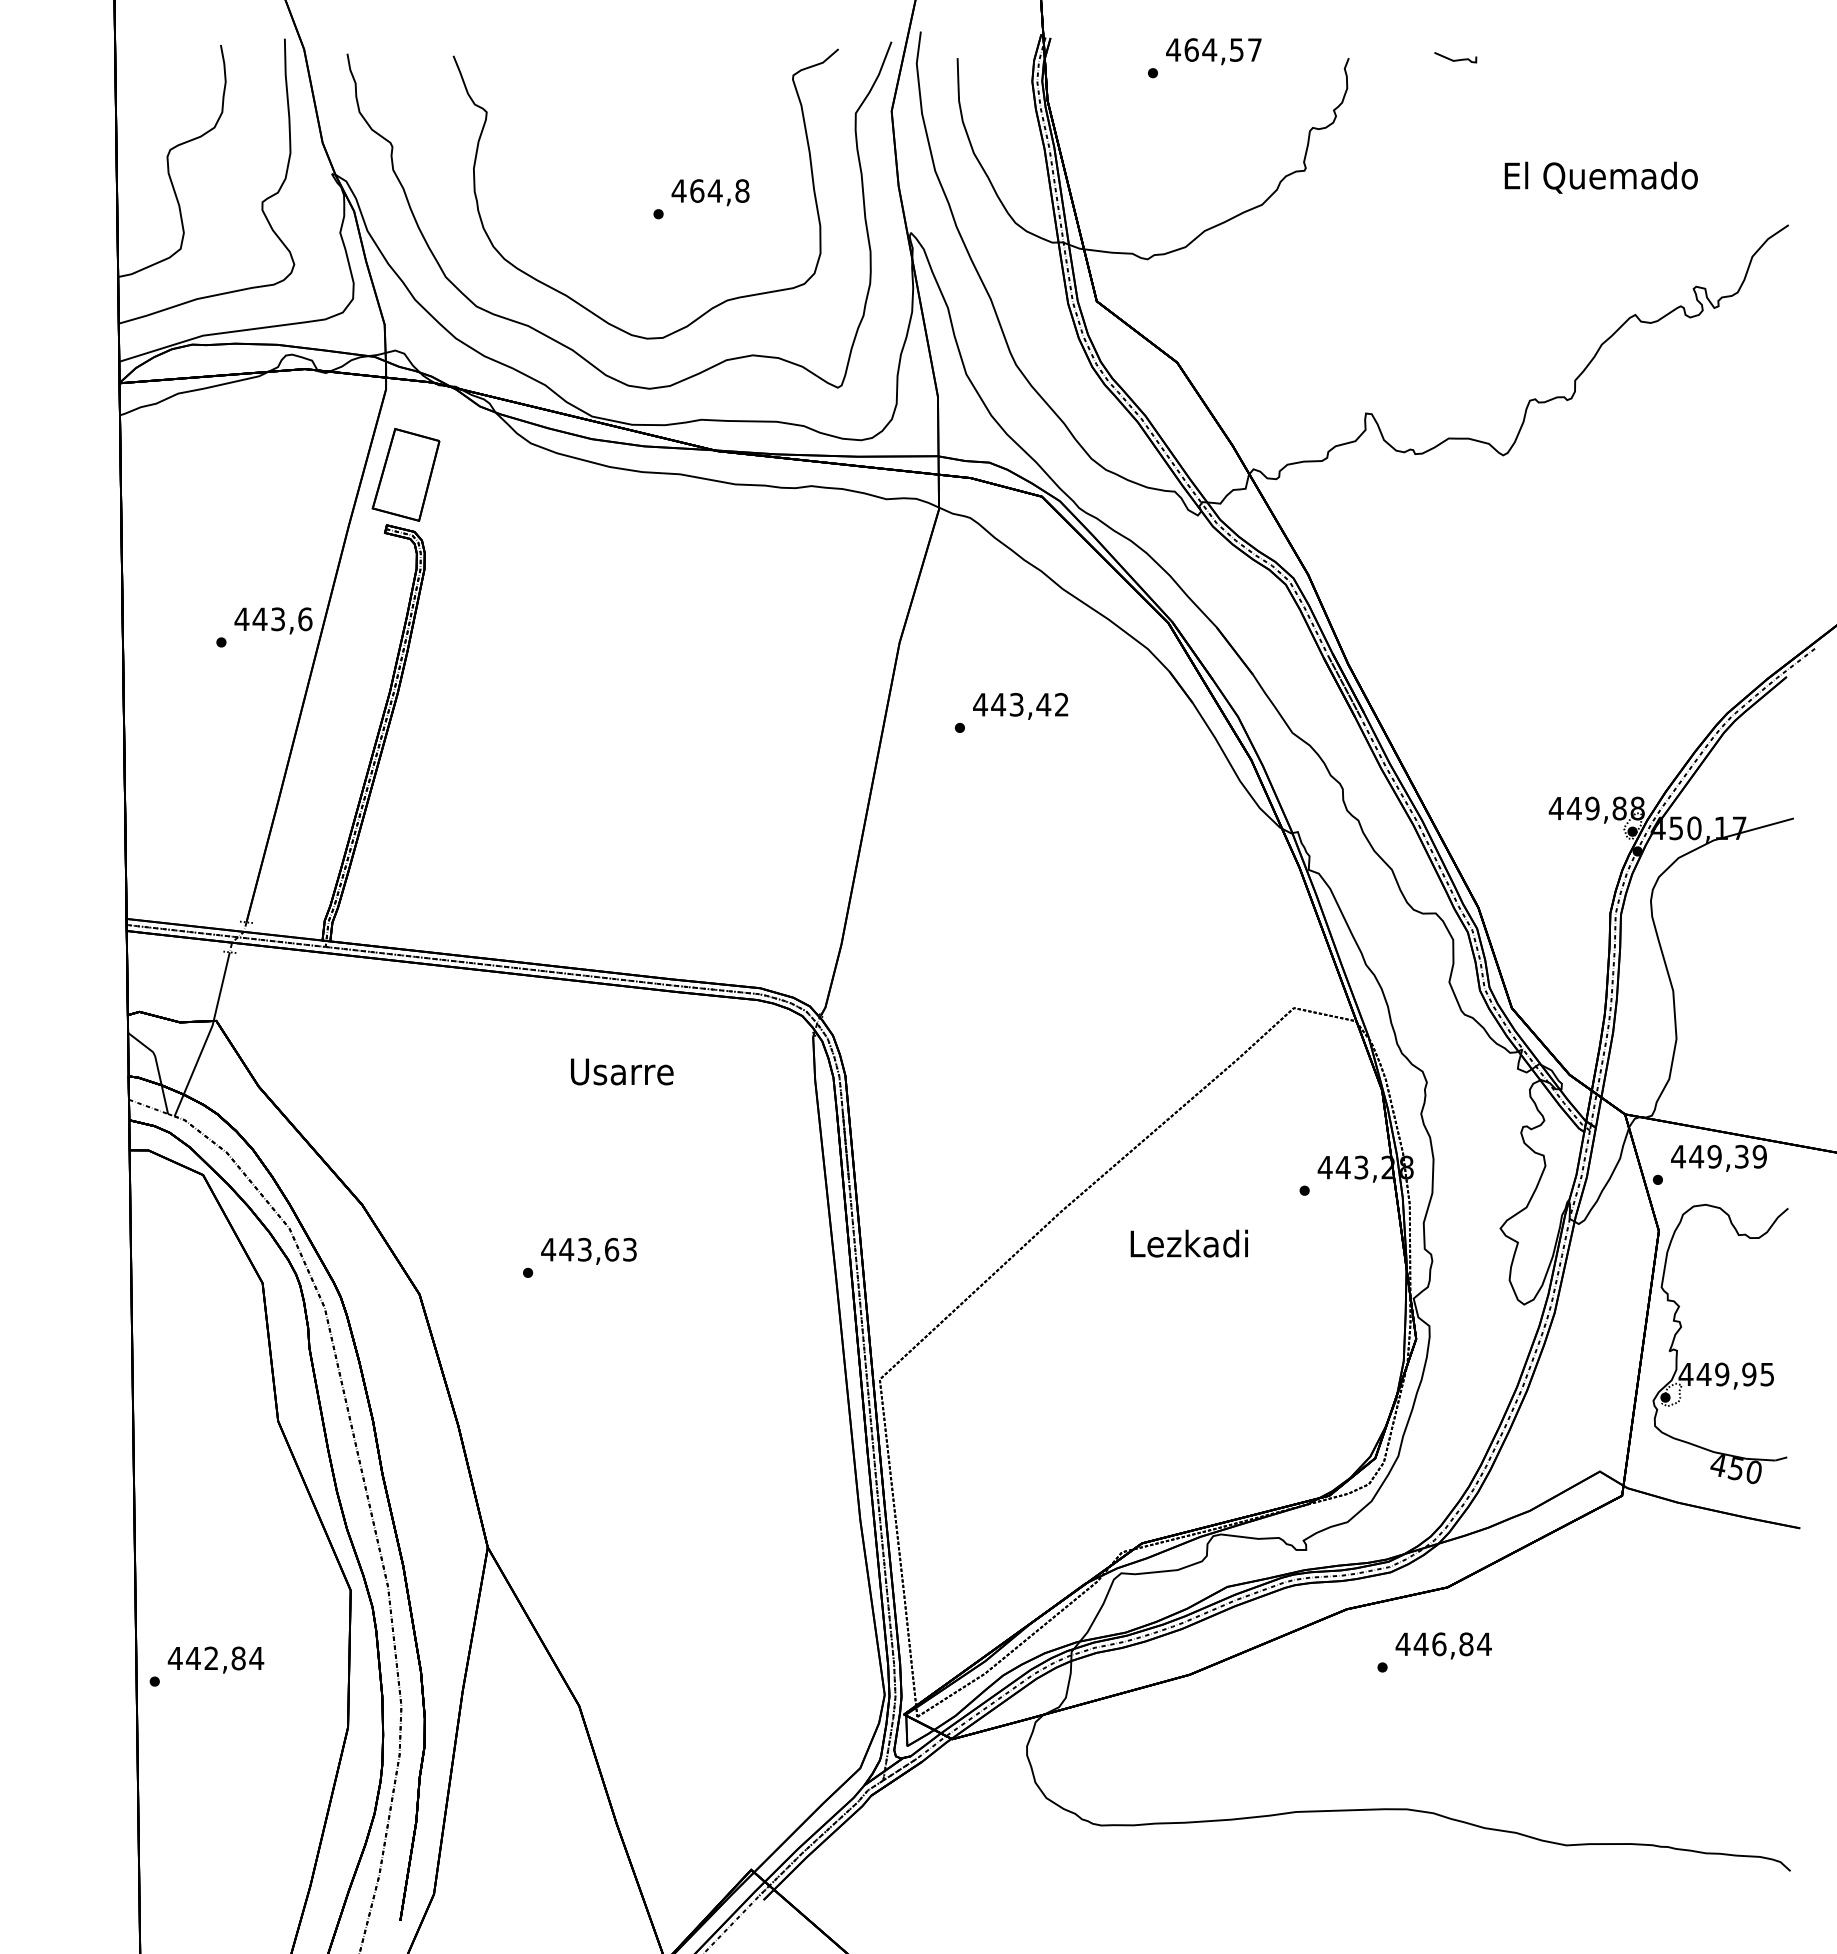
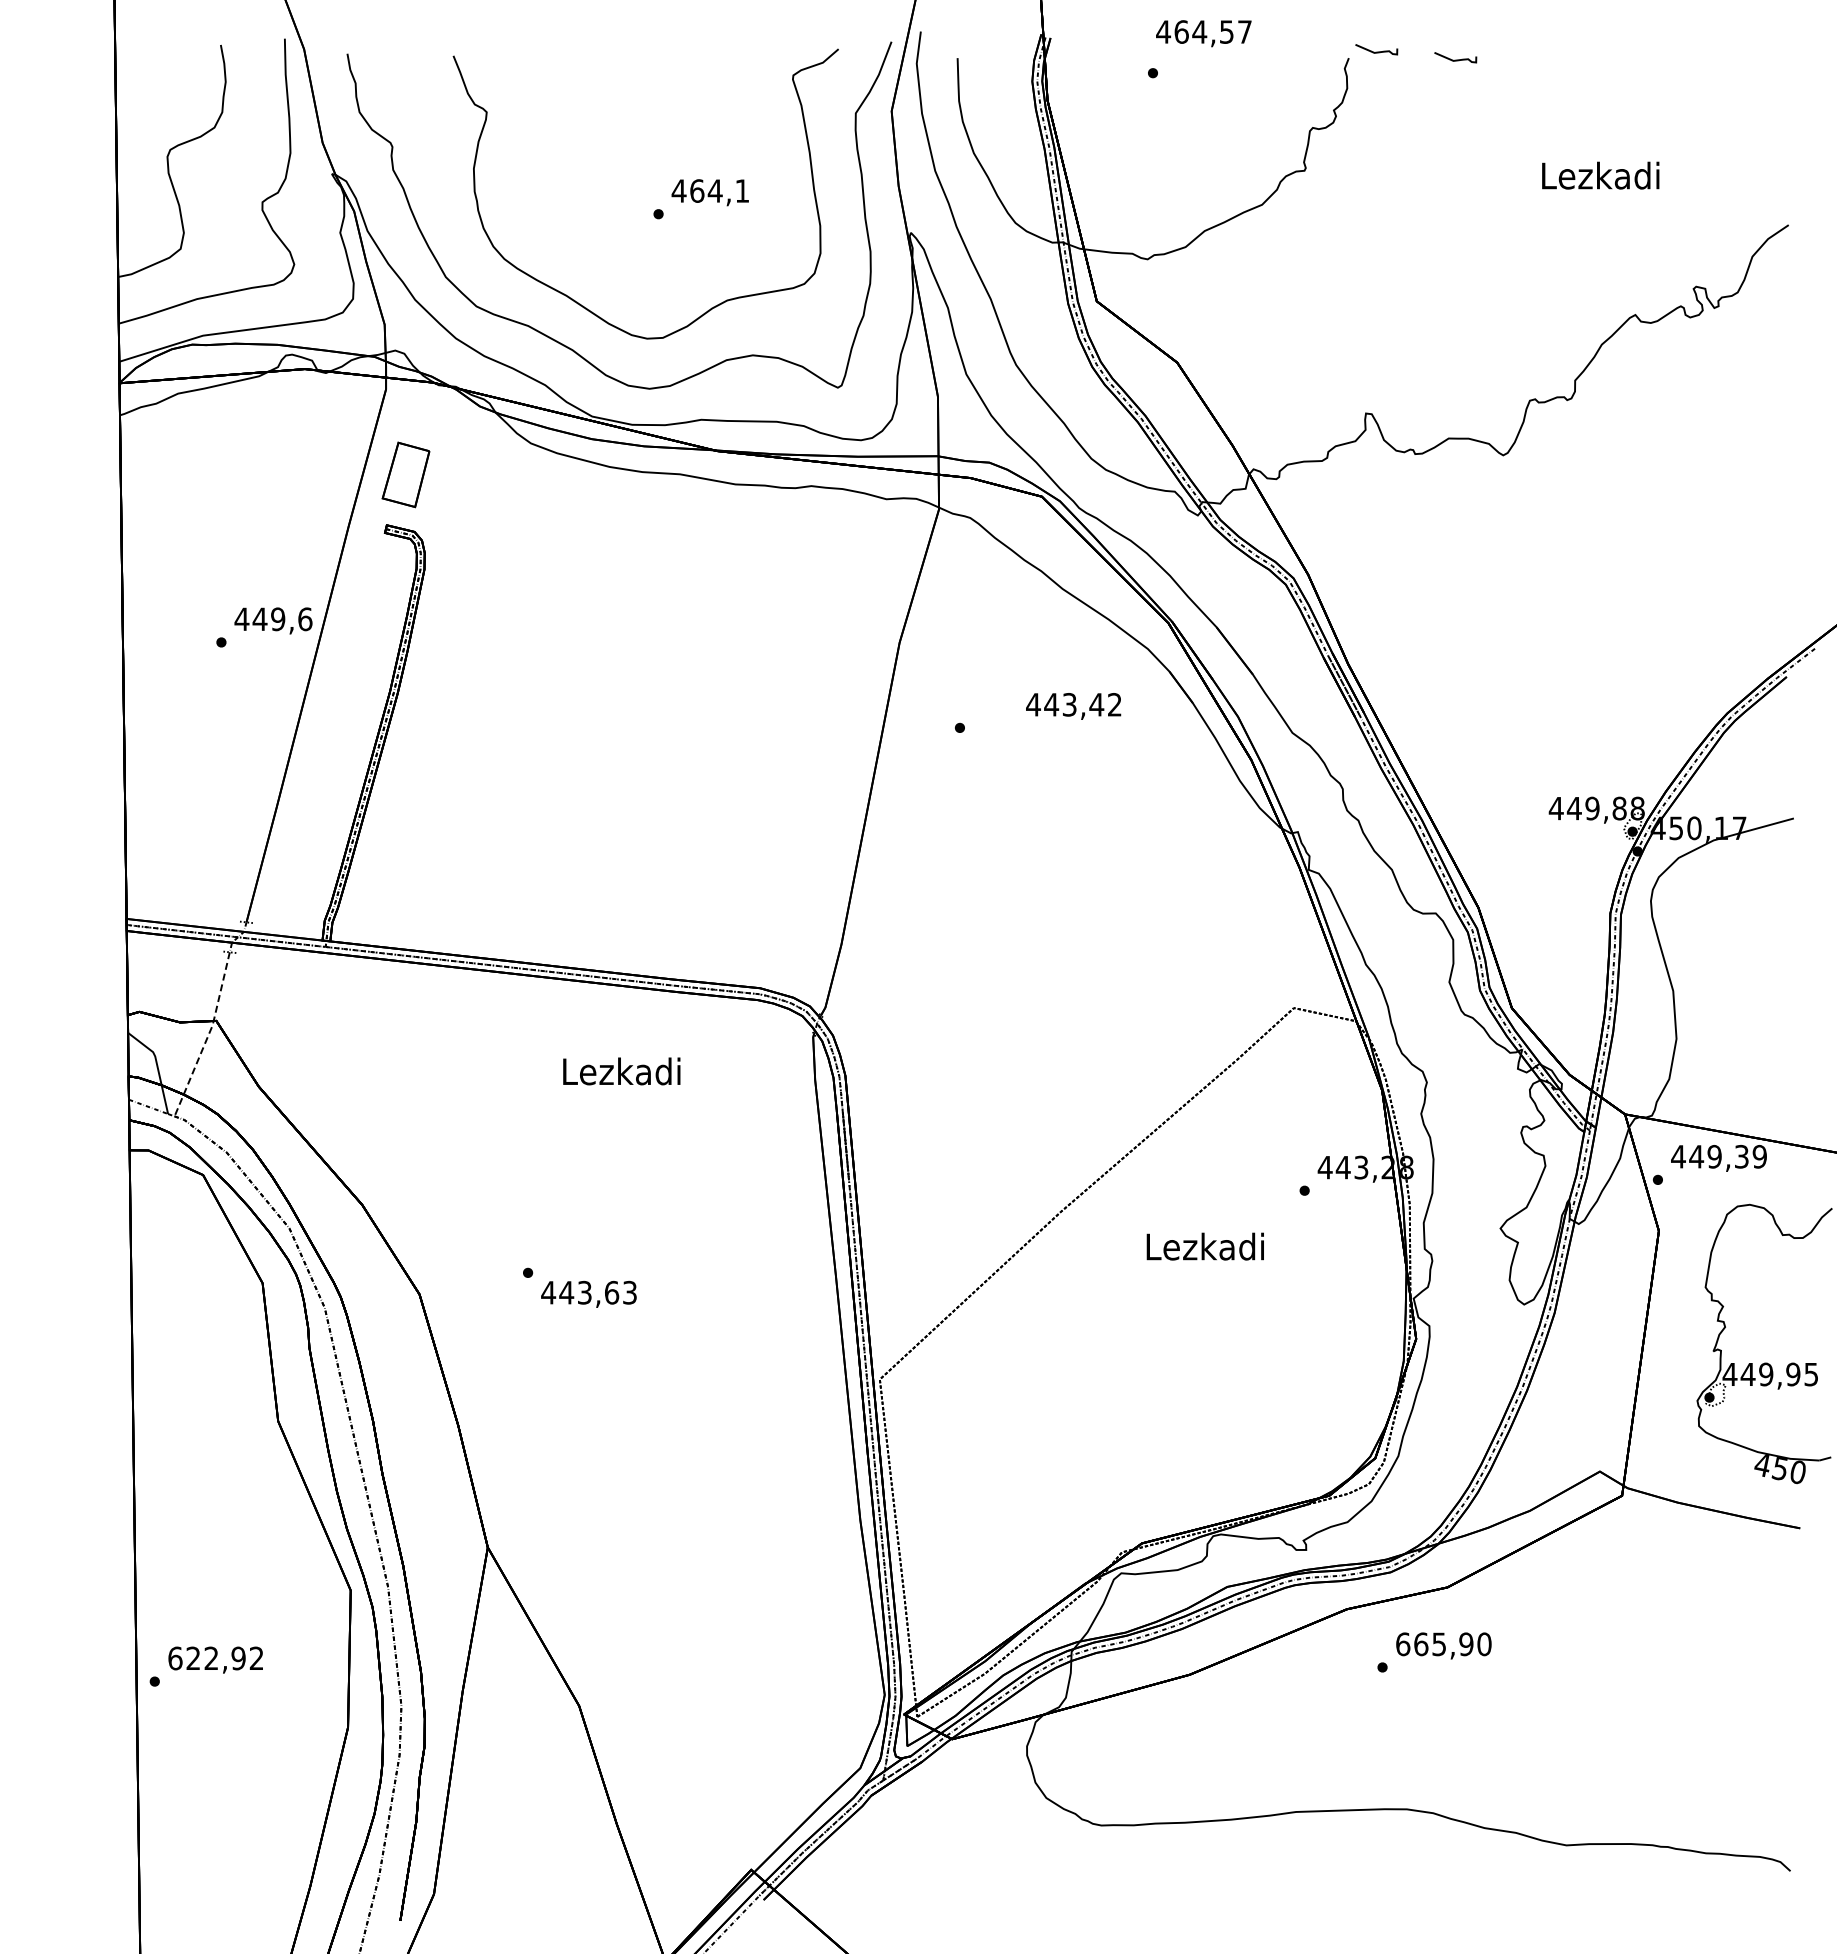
text at (1213, 51) position: (1213, 51) -> (1203, 33)
curve at (1376, 51): none -> present
text at (1600, 177): El Quemado -> Lezkadi
text at (742, 190): 464,8 -> 464,1
part at (405, 474) size: 70x94 px -> 50x68 px
text at (278, 619): 443,6 -> 449,6
text at (1020, 706) position: (1020, 706) -> (1073, 706)
line at (208, 1035): solid -> dashed
text at (621, 1071): Usarre -> Lezkadi
text at (1188, 1243) position: (1188, 1243) -> (1204, 1246)
text at (588, 1250) position: (588, 1250) -> (588, 1293)
part at (1720, 1362) position: (1720, 1362) -> (1764, 1362)
text at (1443, 1644): 446,84 -> 665,90
text at (215, 1658): 442,84 -> 622,92
